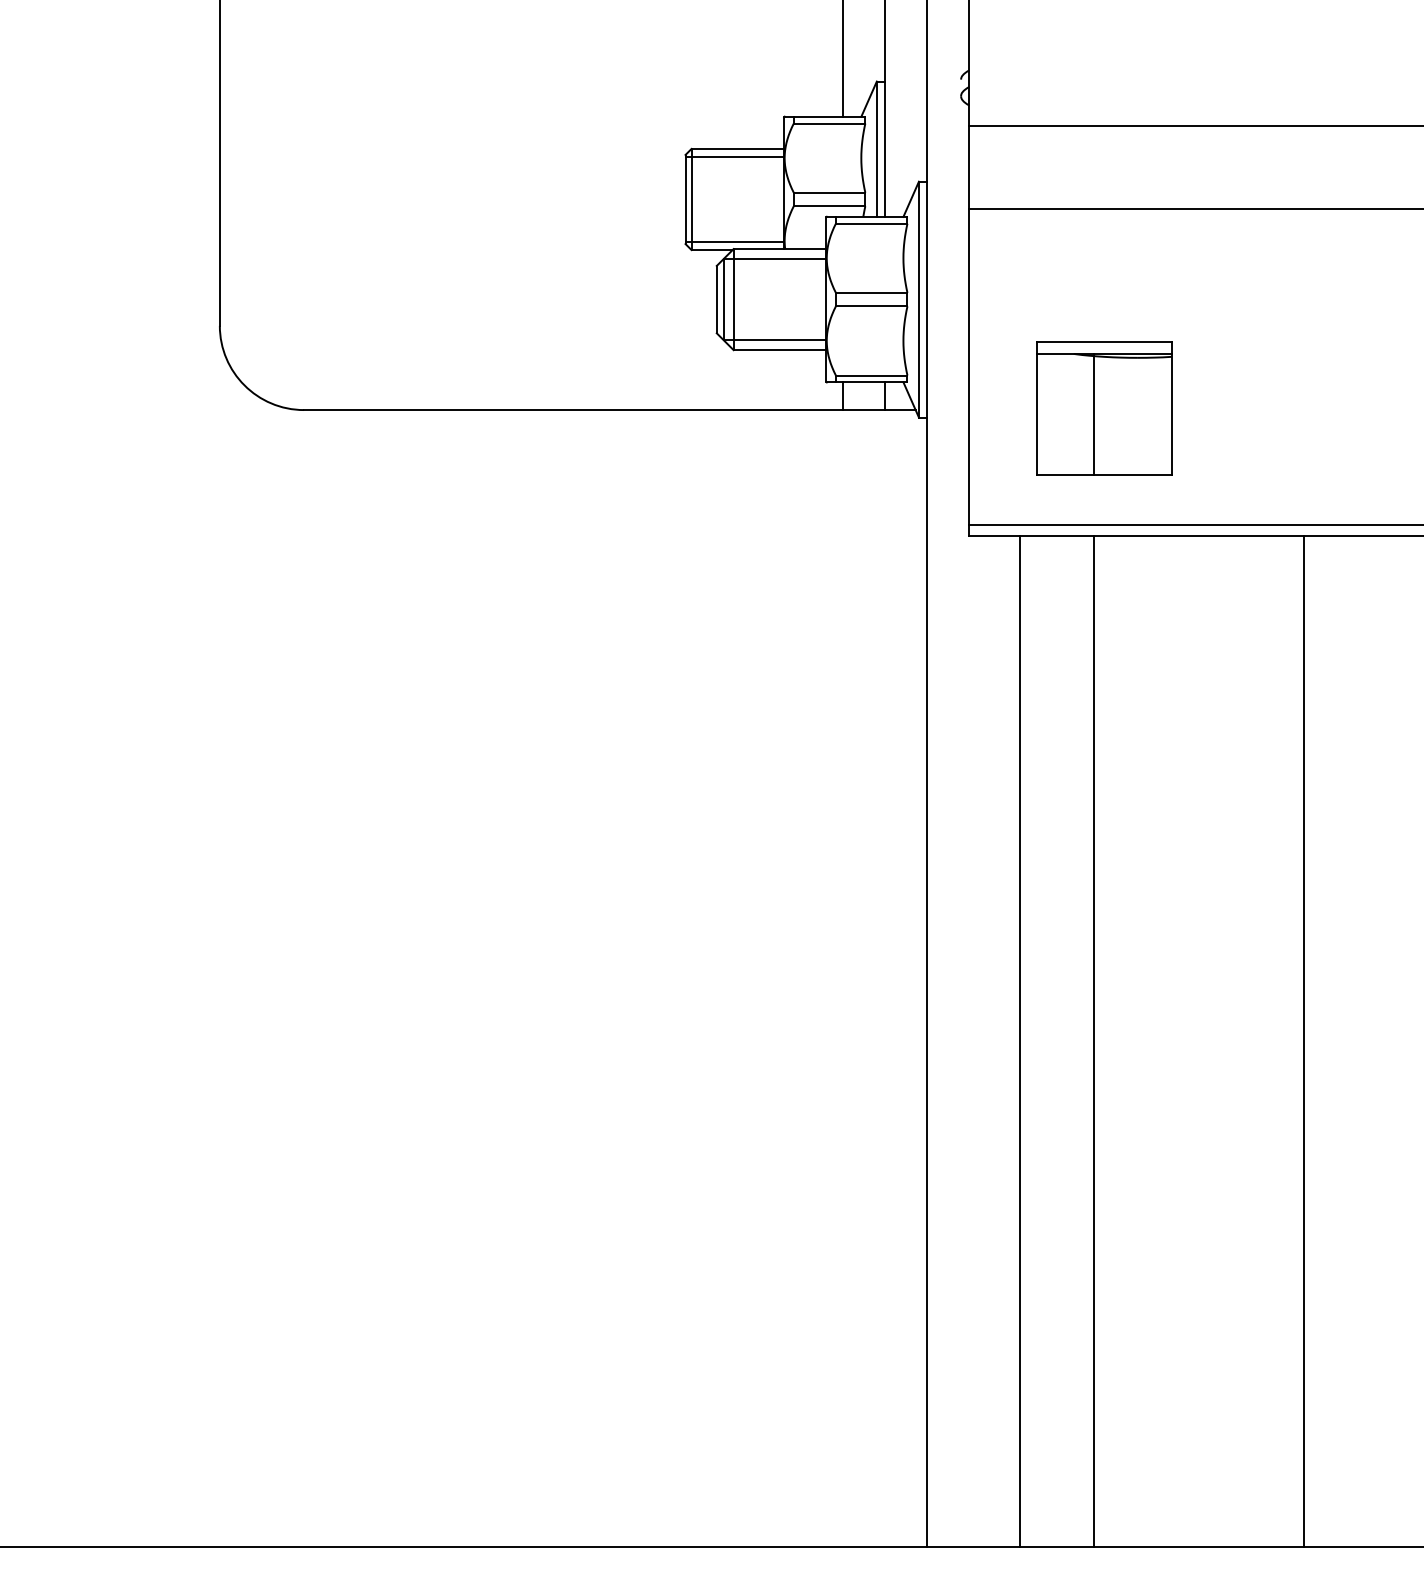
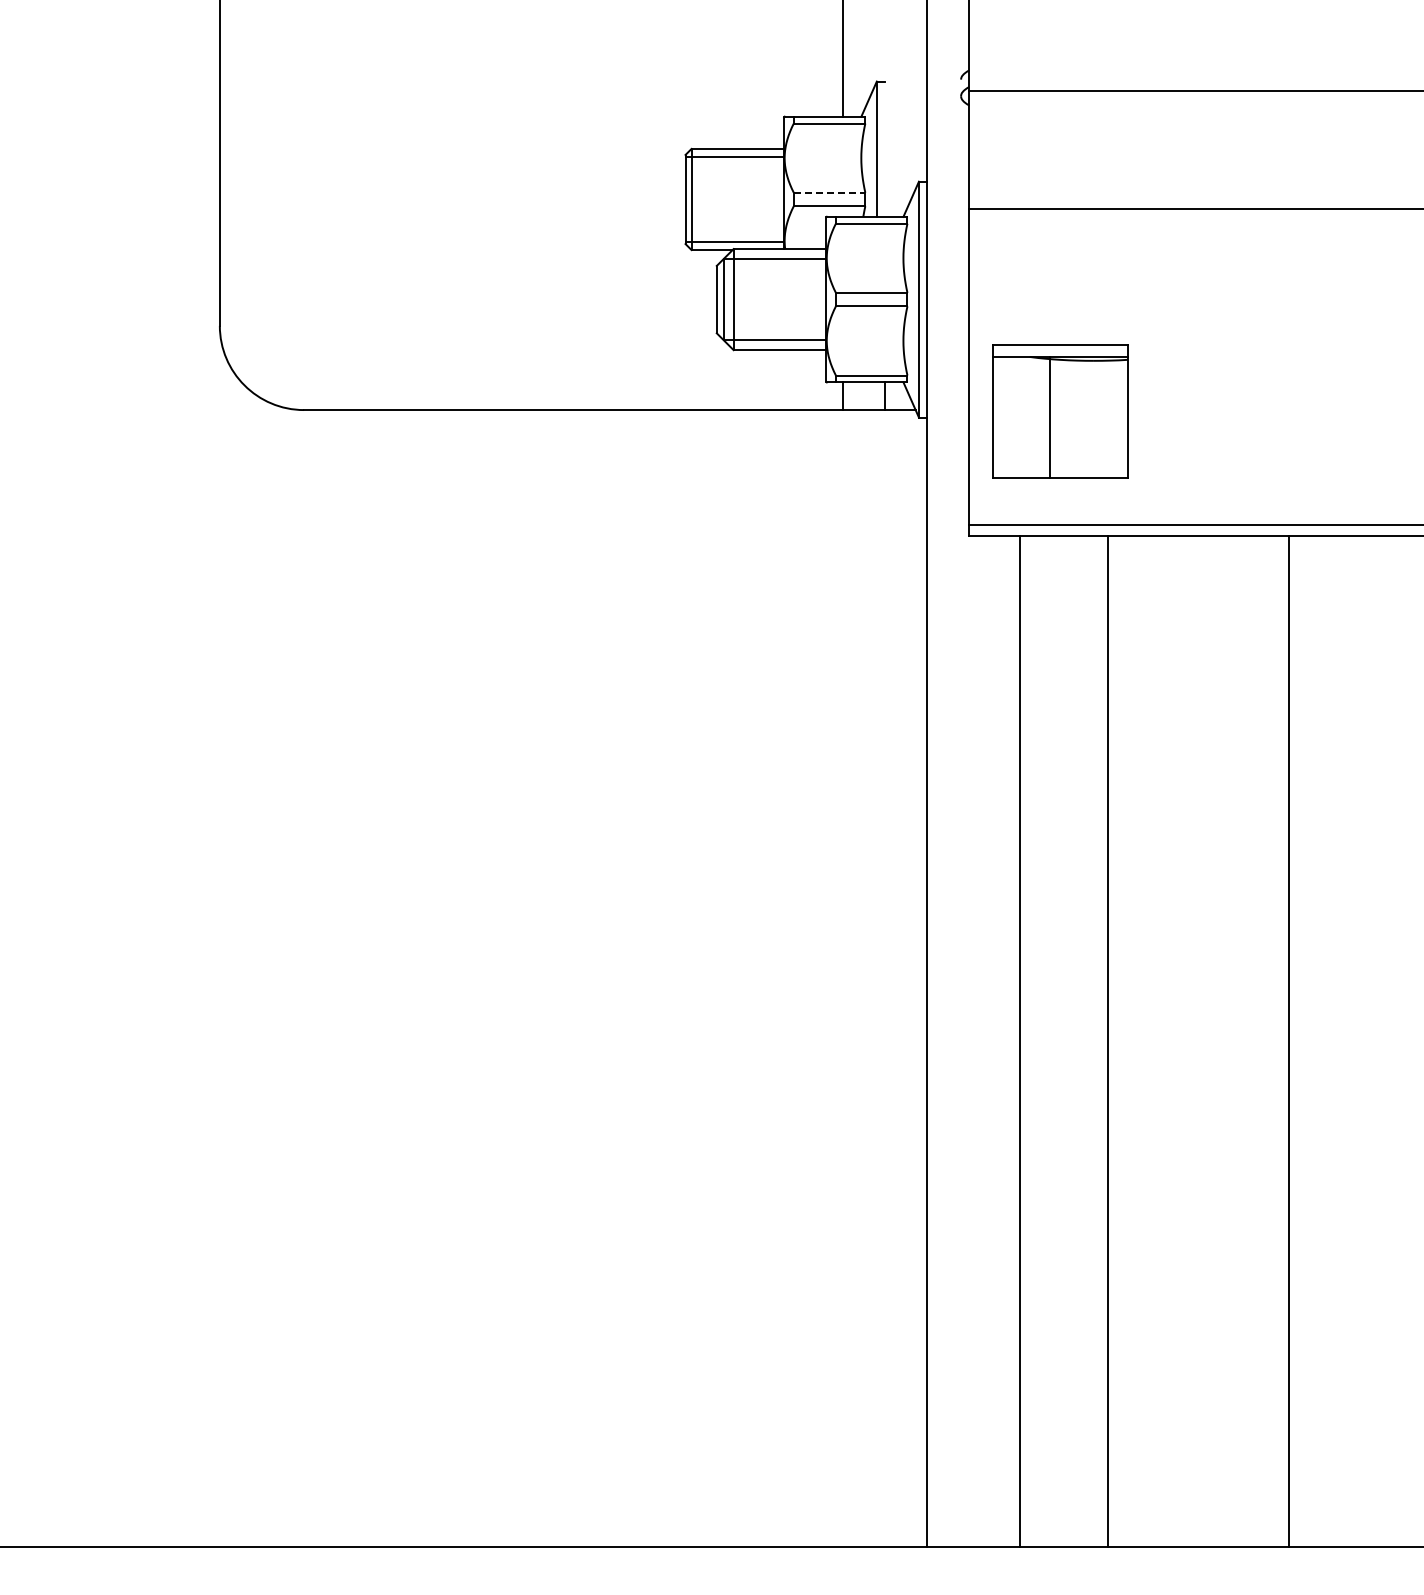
line at (885, 109): present -> none
line at (1194, 125) position: (1194, 125) -> (1194, 90)
line at (829, 192): solid -> dashed
part at (1104, 408) position: (1104, 408) -> (1060, 411)
line at (1093, 1041) position: (1093, 1041) -> (1107, 1041)
line at (1303, 1041) position: (1303, 1041) -> (1288, 1041)
